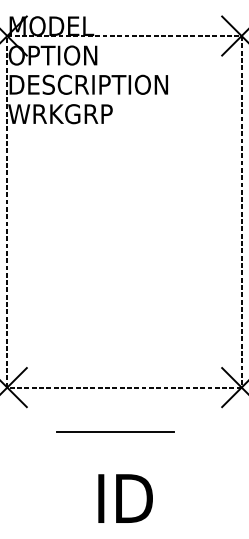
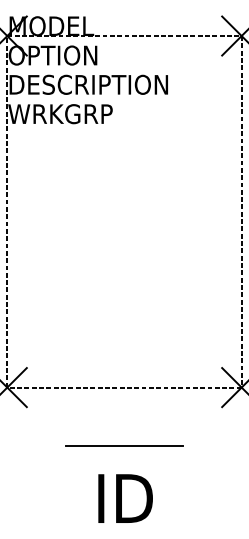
line at (115, 431) position: (115, 431) -> (124, 445)
